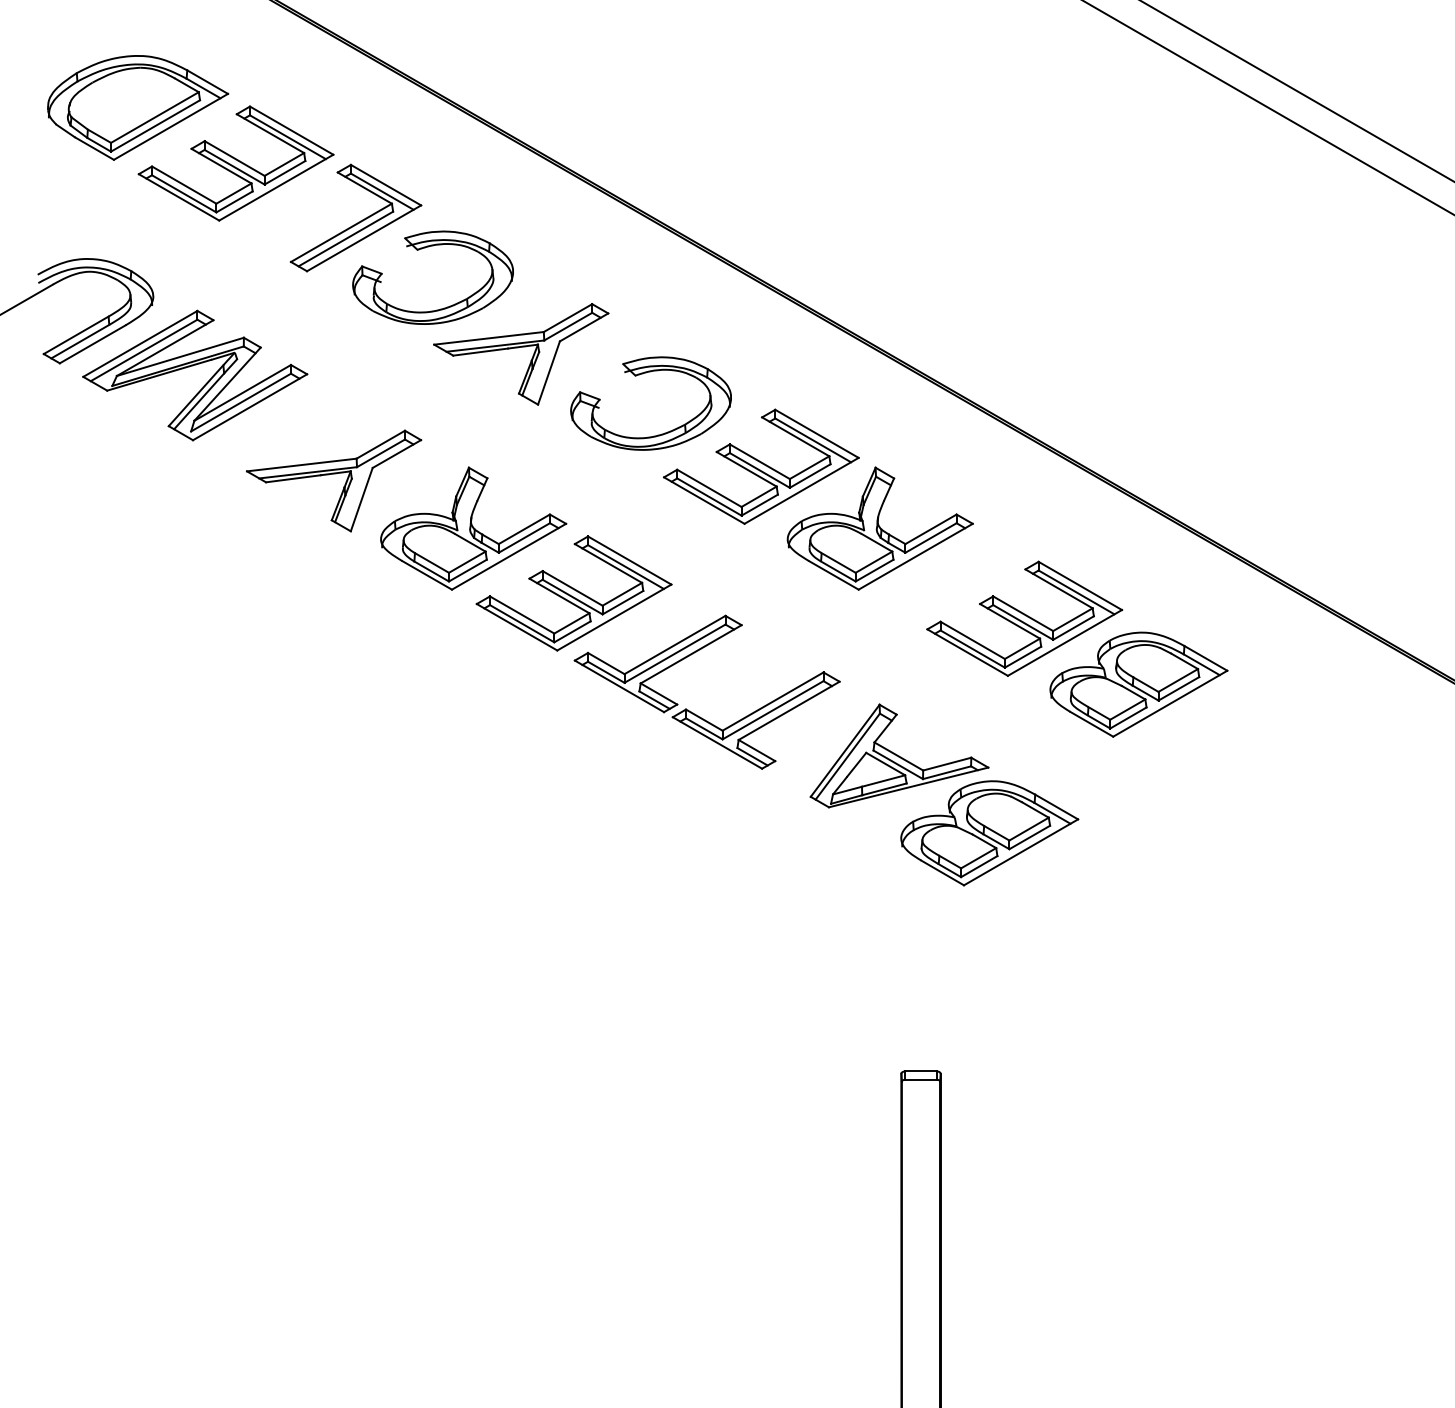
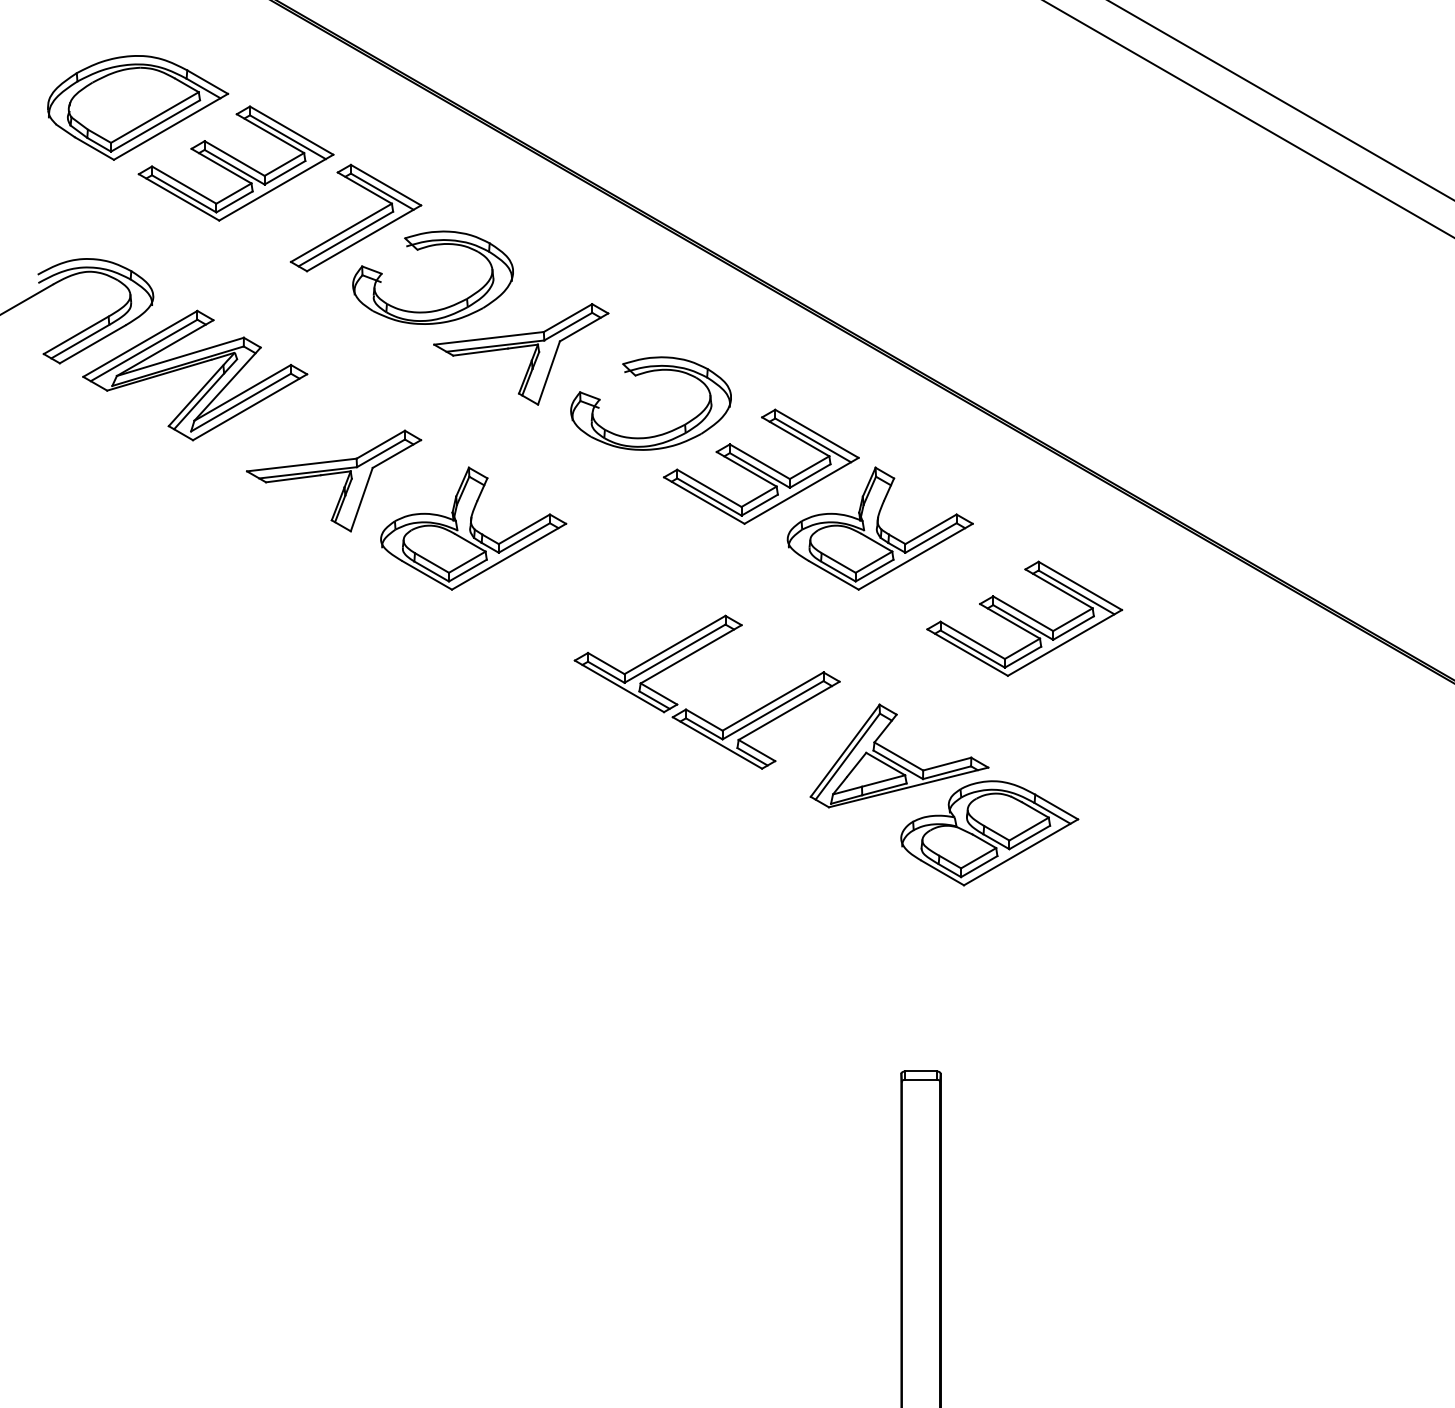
line at (1297, 91) position: (1297, 91) -> (1280, 100)
line at (1268, 107) position: (1268, 107) -> (1248, 119)
part at (573, 593): present -> none
part at (1138, 684): present -> none
